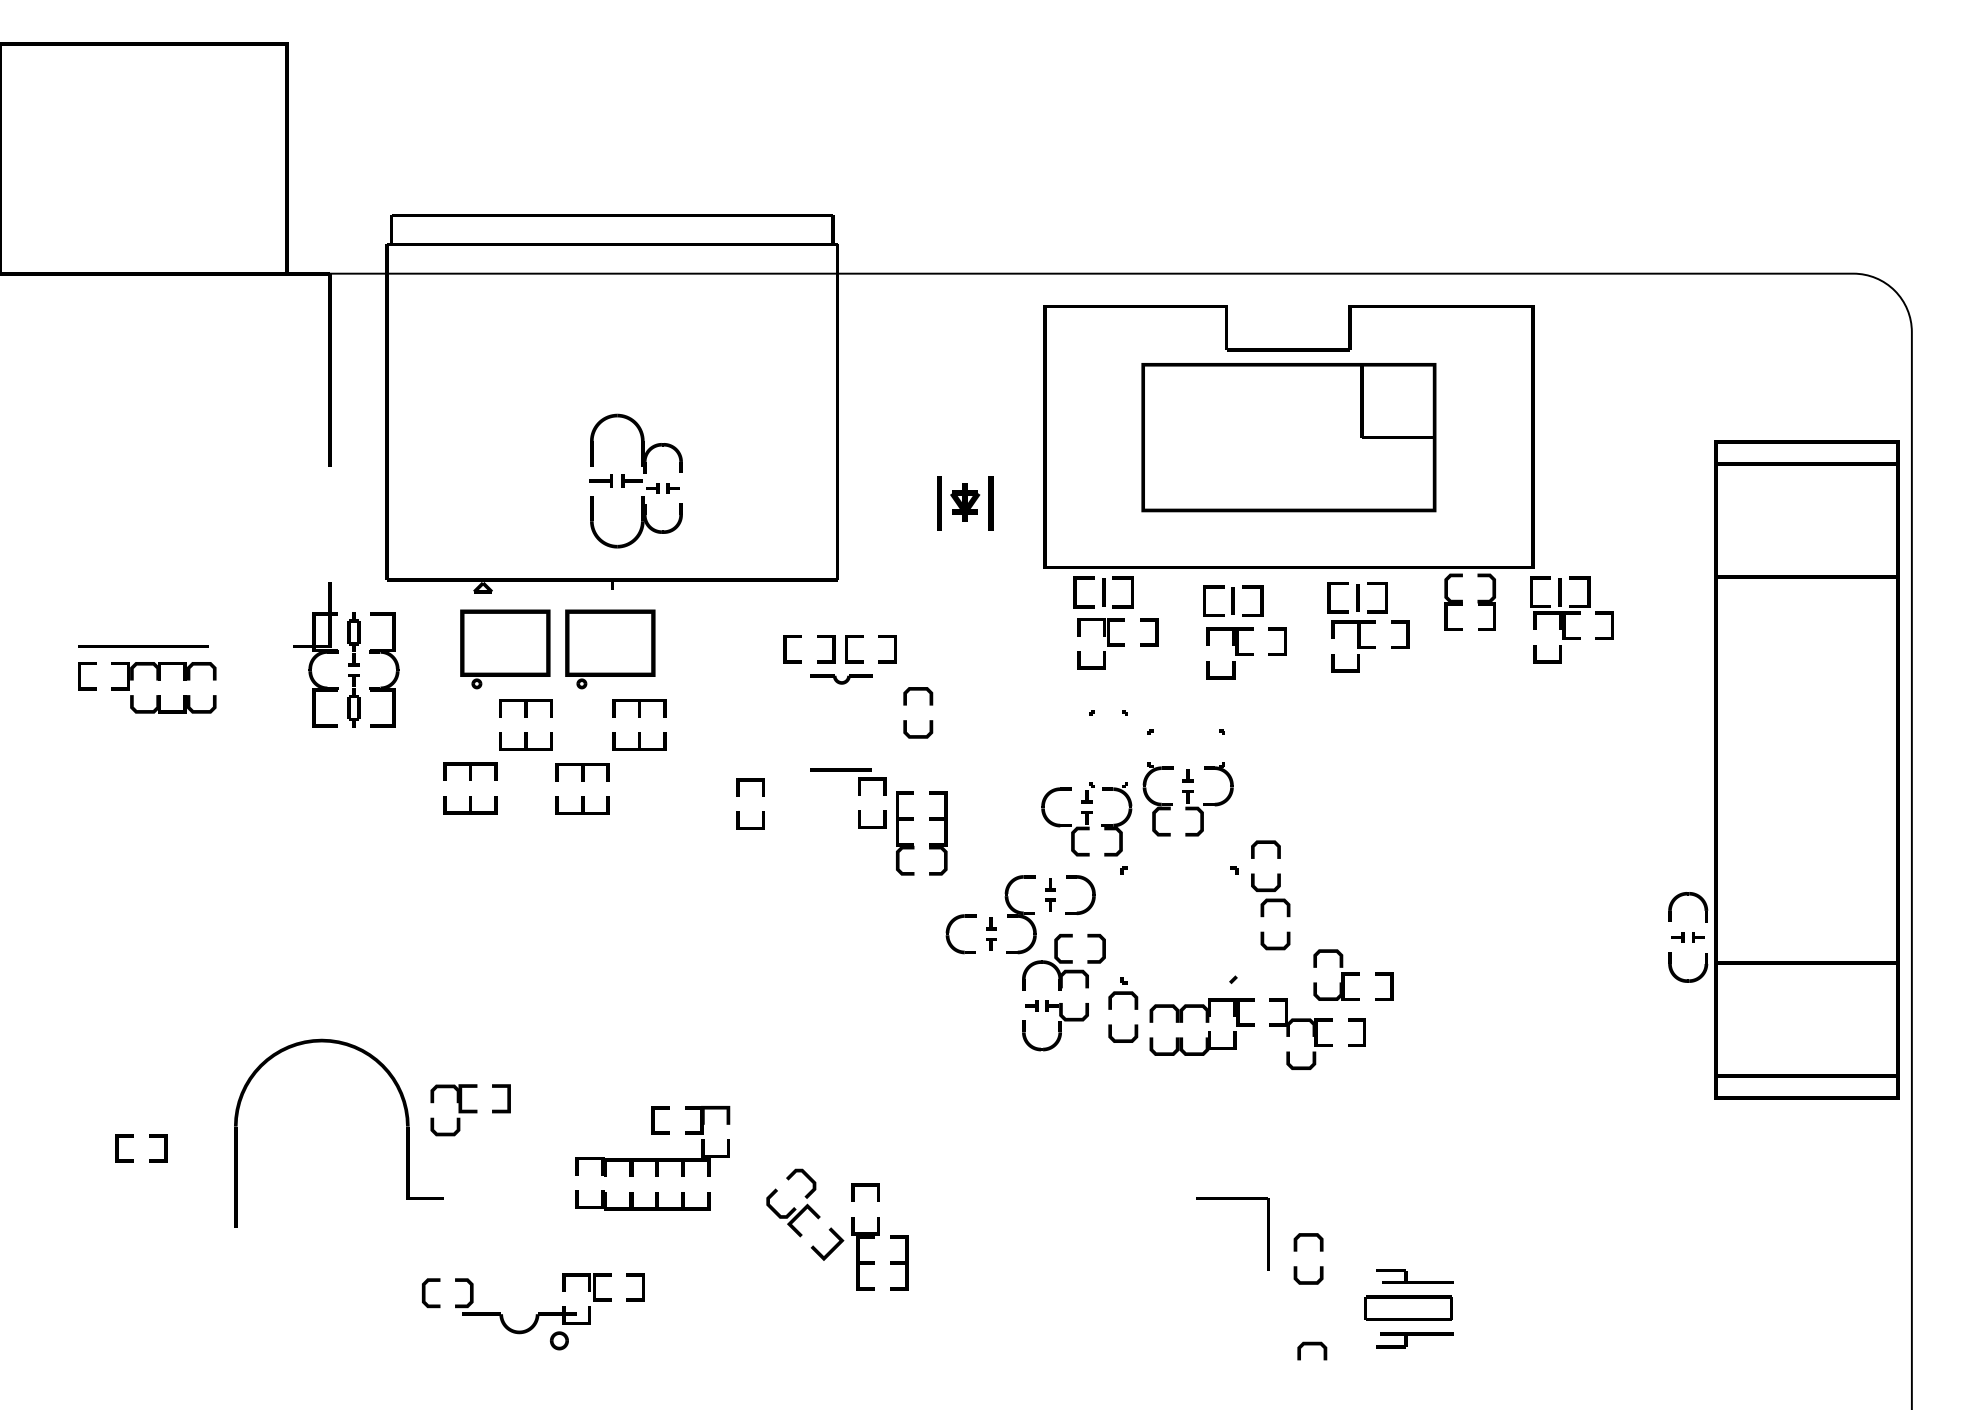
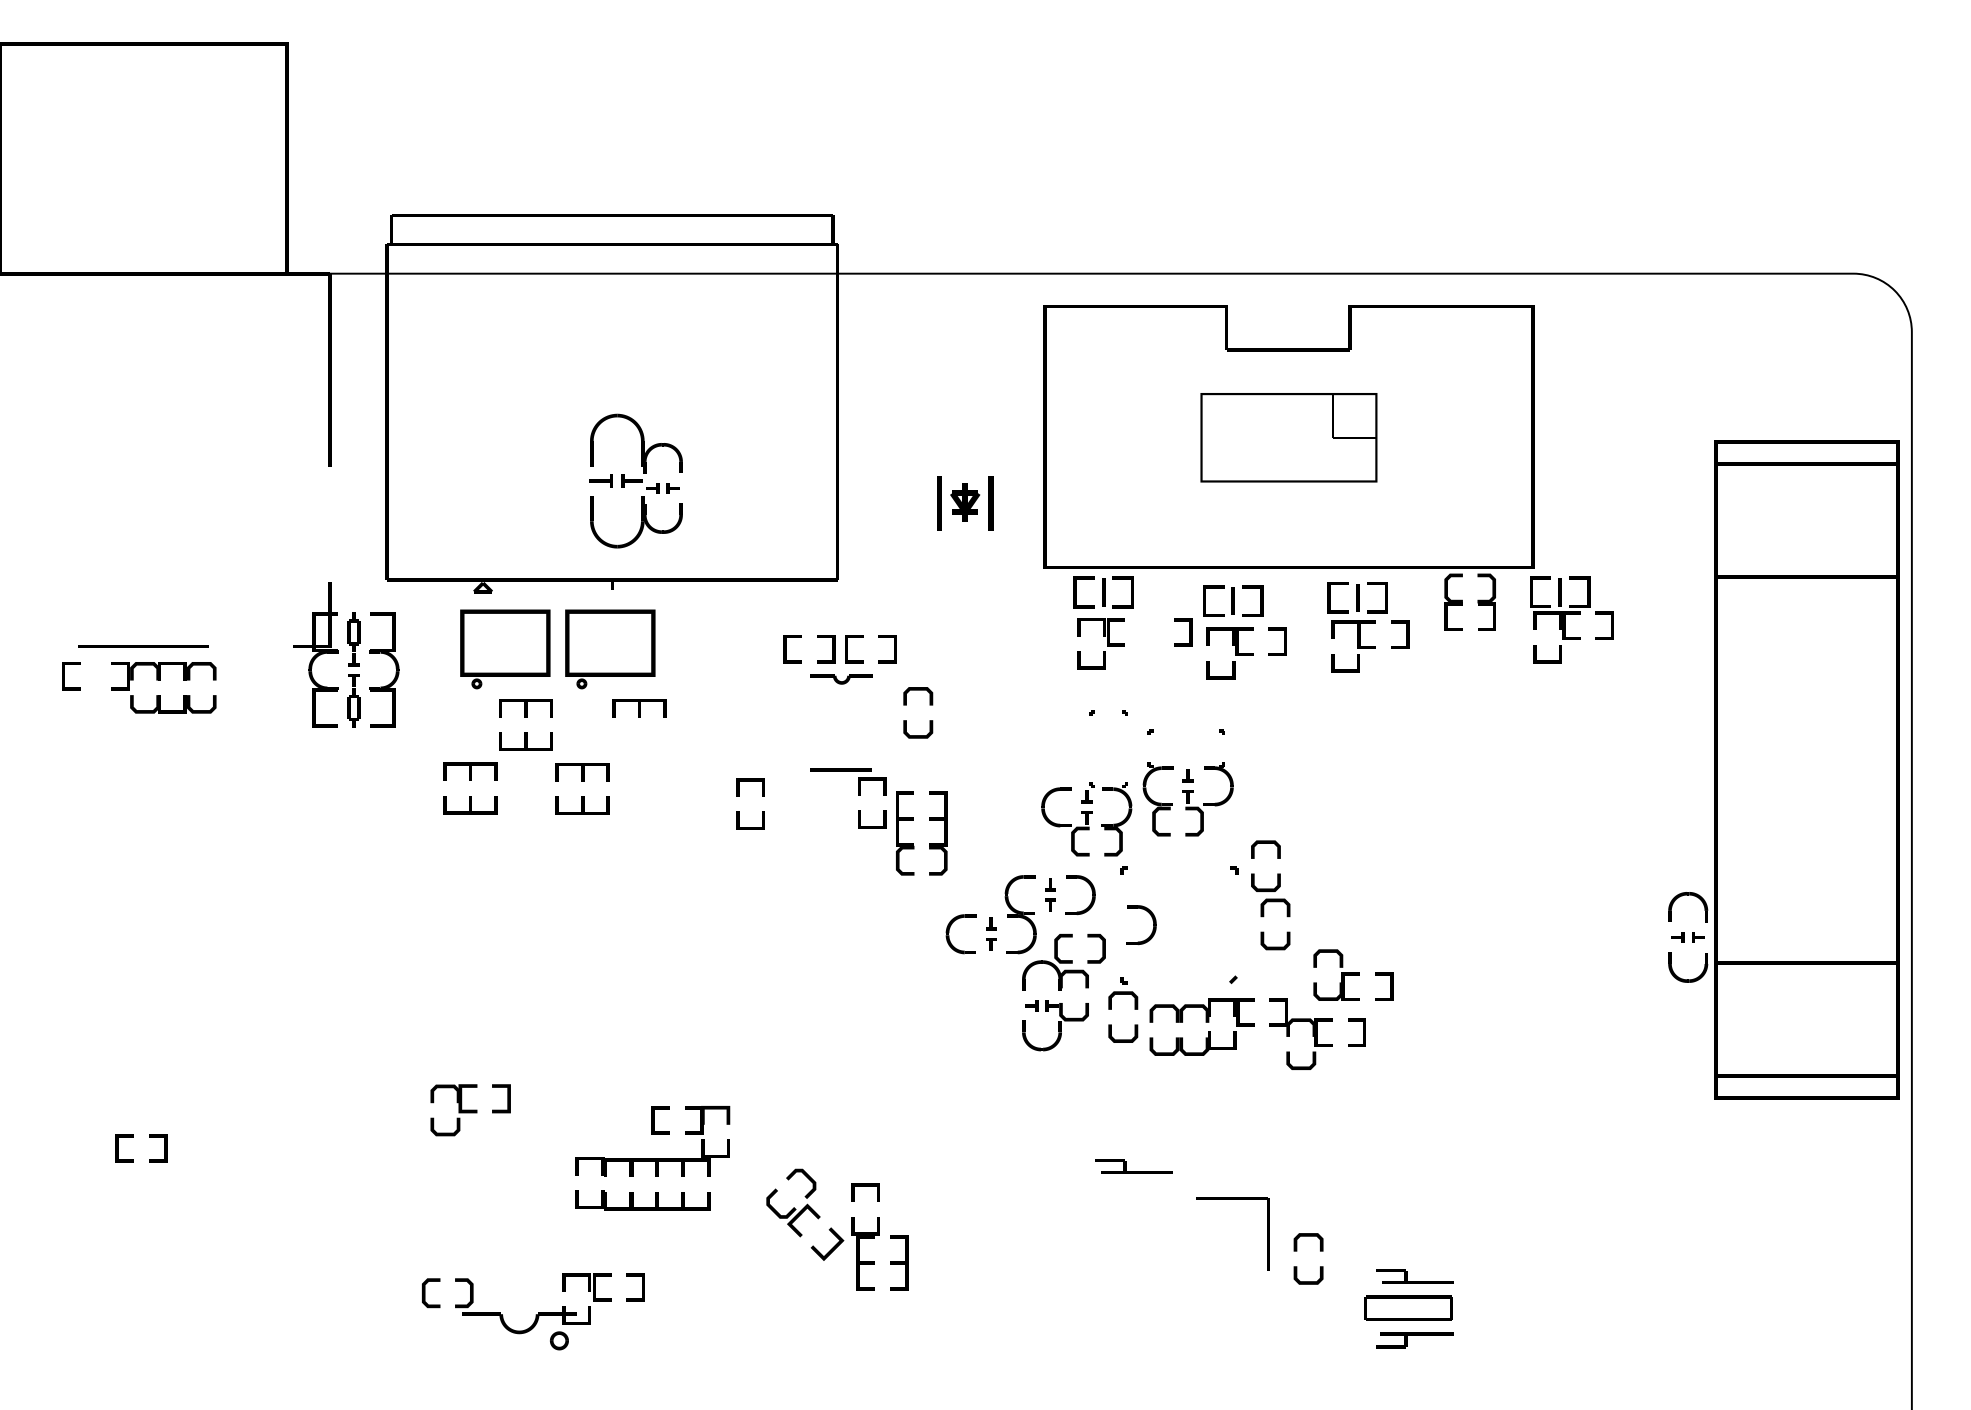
part at (1288, 437) size: 296x150 px -> 178x90 px
line at (1155, 632) position: (1155, 632) -> (1189, 632)
line at (80, 676) position: (80, 676) -> (64, 676)
part at (639, 741): present -> none
curve at (1152, 929): none -> present
part at (405, 1122): present -> none
part at (1133, 1166): none -> present
curve at (1312, 1345): present -> none
